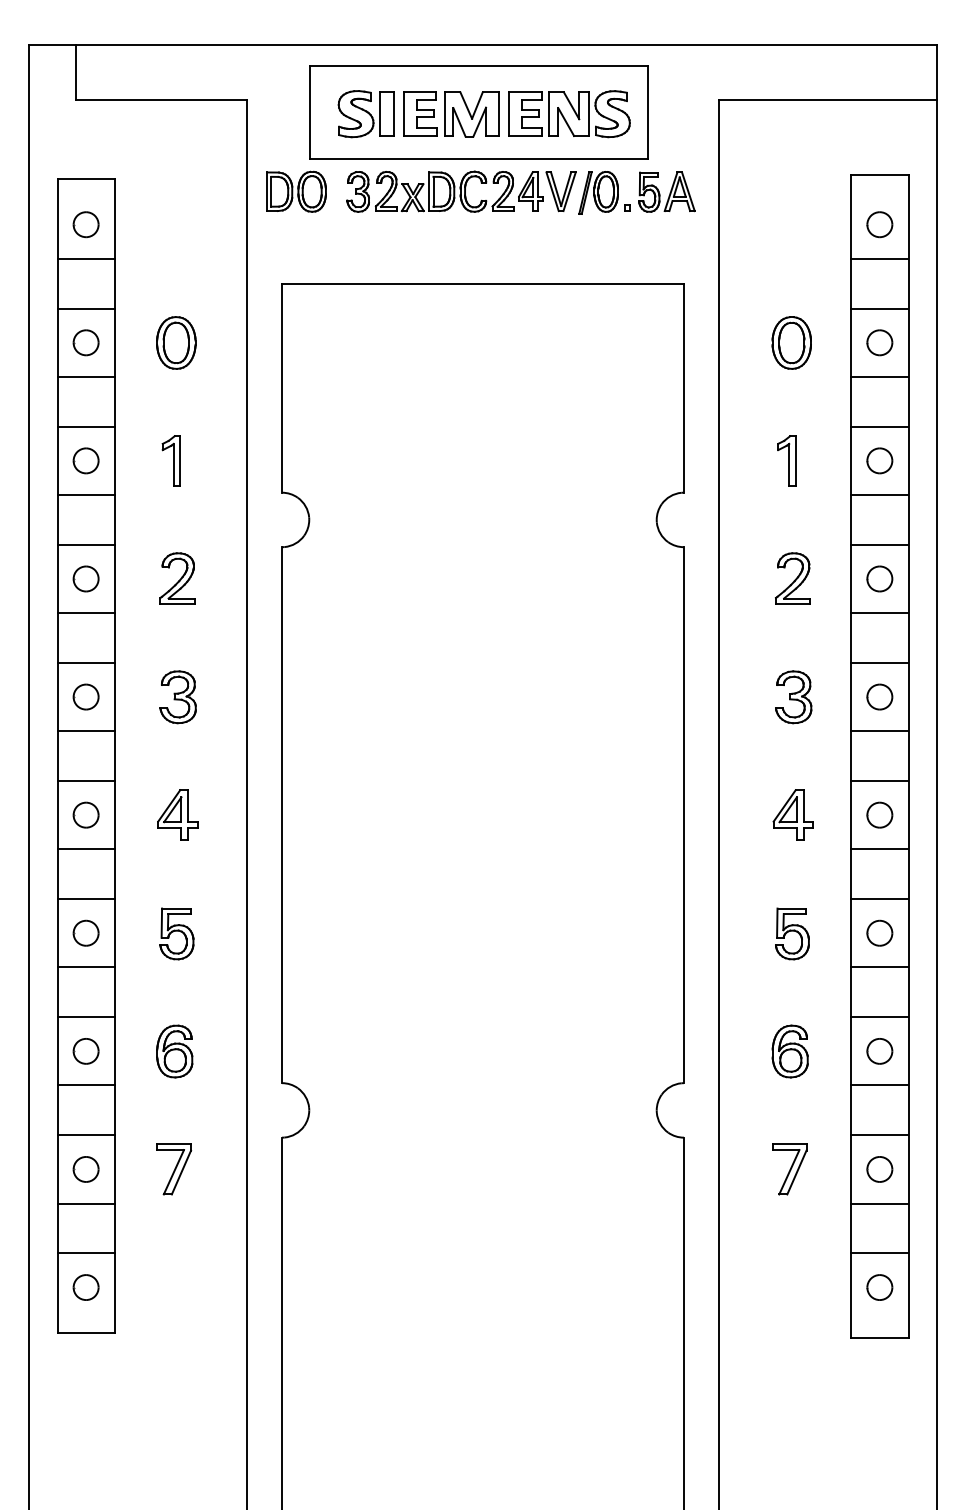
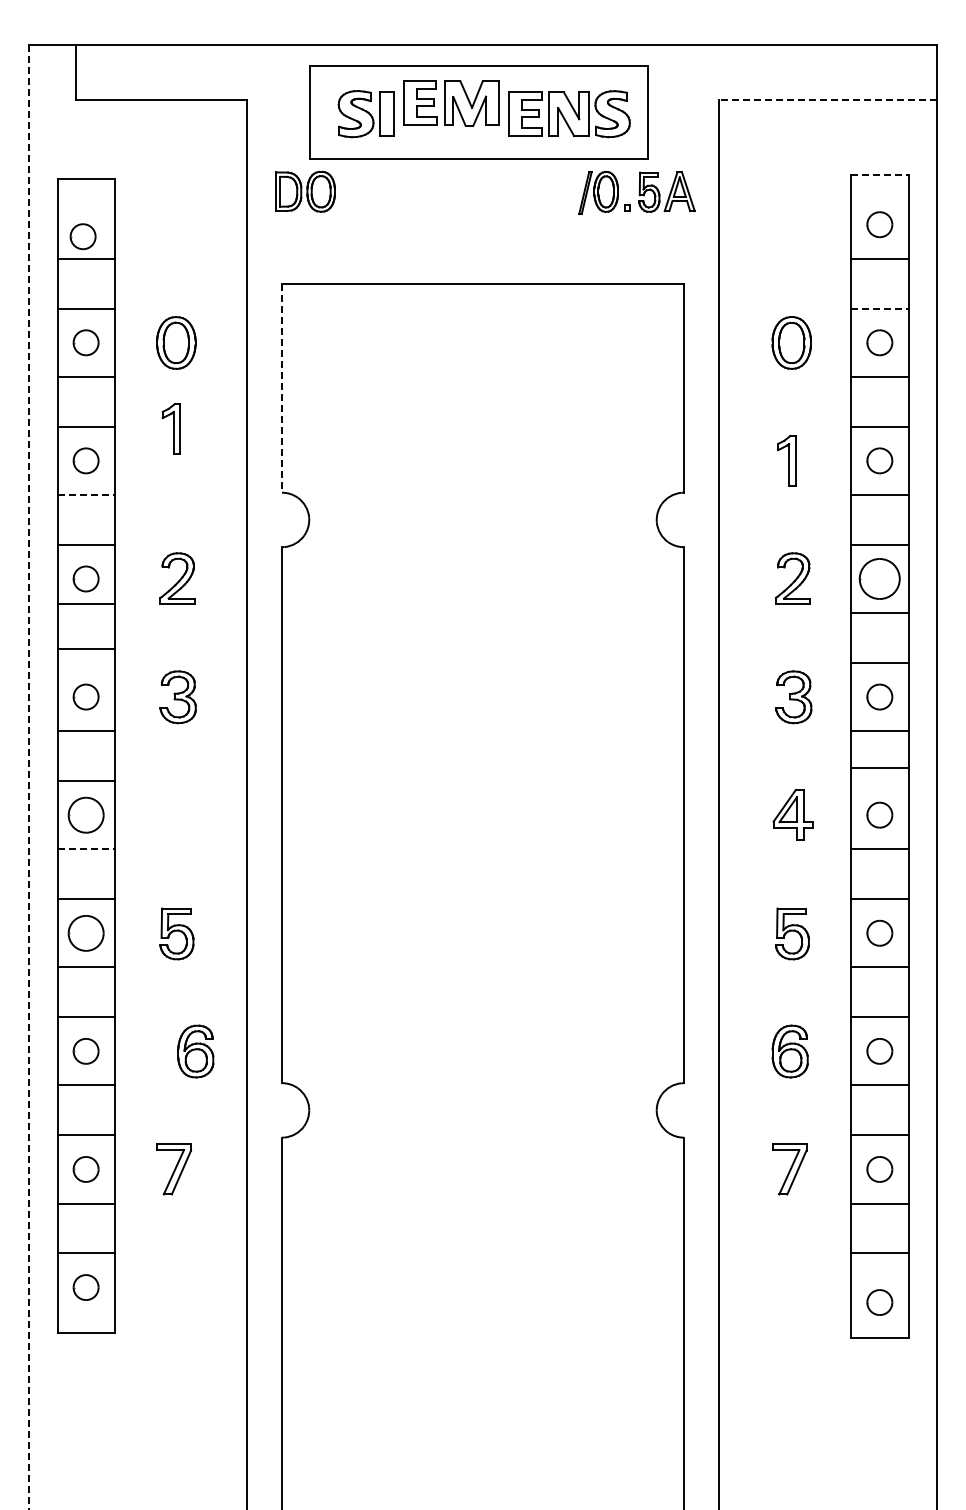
line at (827, 99): solid -> dashed
part at (451, 114) position: (451, 114) -> (451, 103)
line at (879, 174): solid -> dashed
part at (296, 191) position: (296, 191) -> (305, 191)
part at (461, 191): present -> none
part at (85, 224) position: (85, 224) -> (82, 236)
line at (880, 308): solid -> dashed
line at (282, 388): solid -> dashed
part at (170, 460) position: (170, 460) -> (170, 428)
line at (86, 494): solid -> dashed
part at (879, 578) size: 28x28 px -> 43x42 px
line at (85, 613) position: (85, 613) -> (85, 604)
line at (85, 663) position: (85, 663) -> (85, 649)
line at (28, 777): solid -> dashed
line at (879, 781) position: (879, 781) -> (879, 768)
part at (85, 814) size: 28x28 px -> 38x38 px
part at (177, 814): present -> none
line at (86, 849): solid -> dashed
part at (85, 932) size: 28x28 px -> 38x37 px
part at (174, 1051) position: (174, 1051) -> (195, 1051)
part at (879, 1287) position: (879, 1287) -> (879, 1302)
